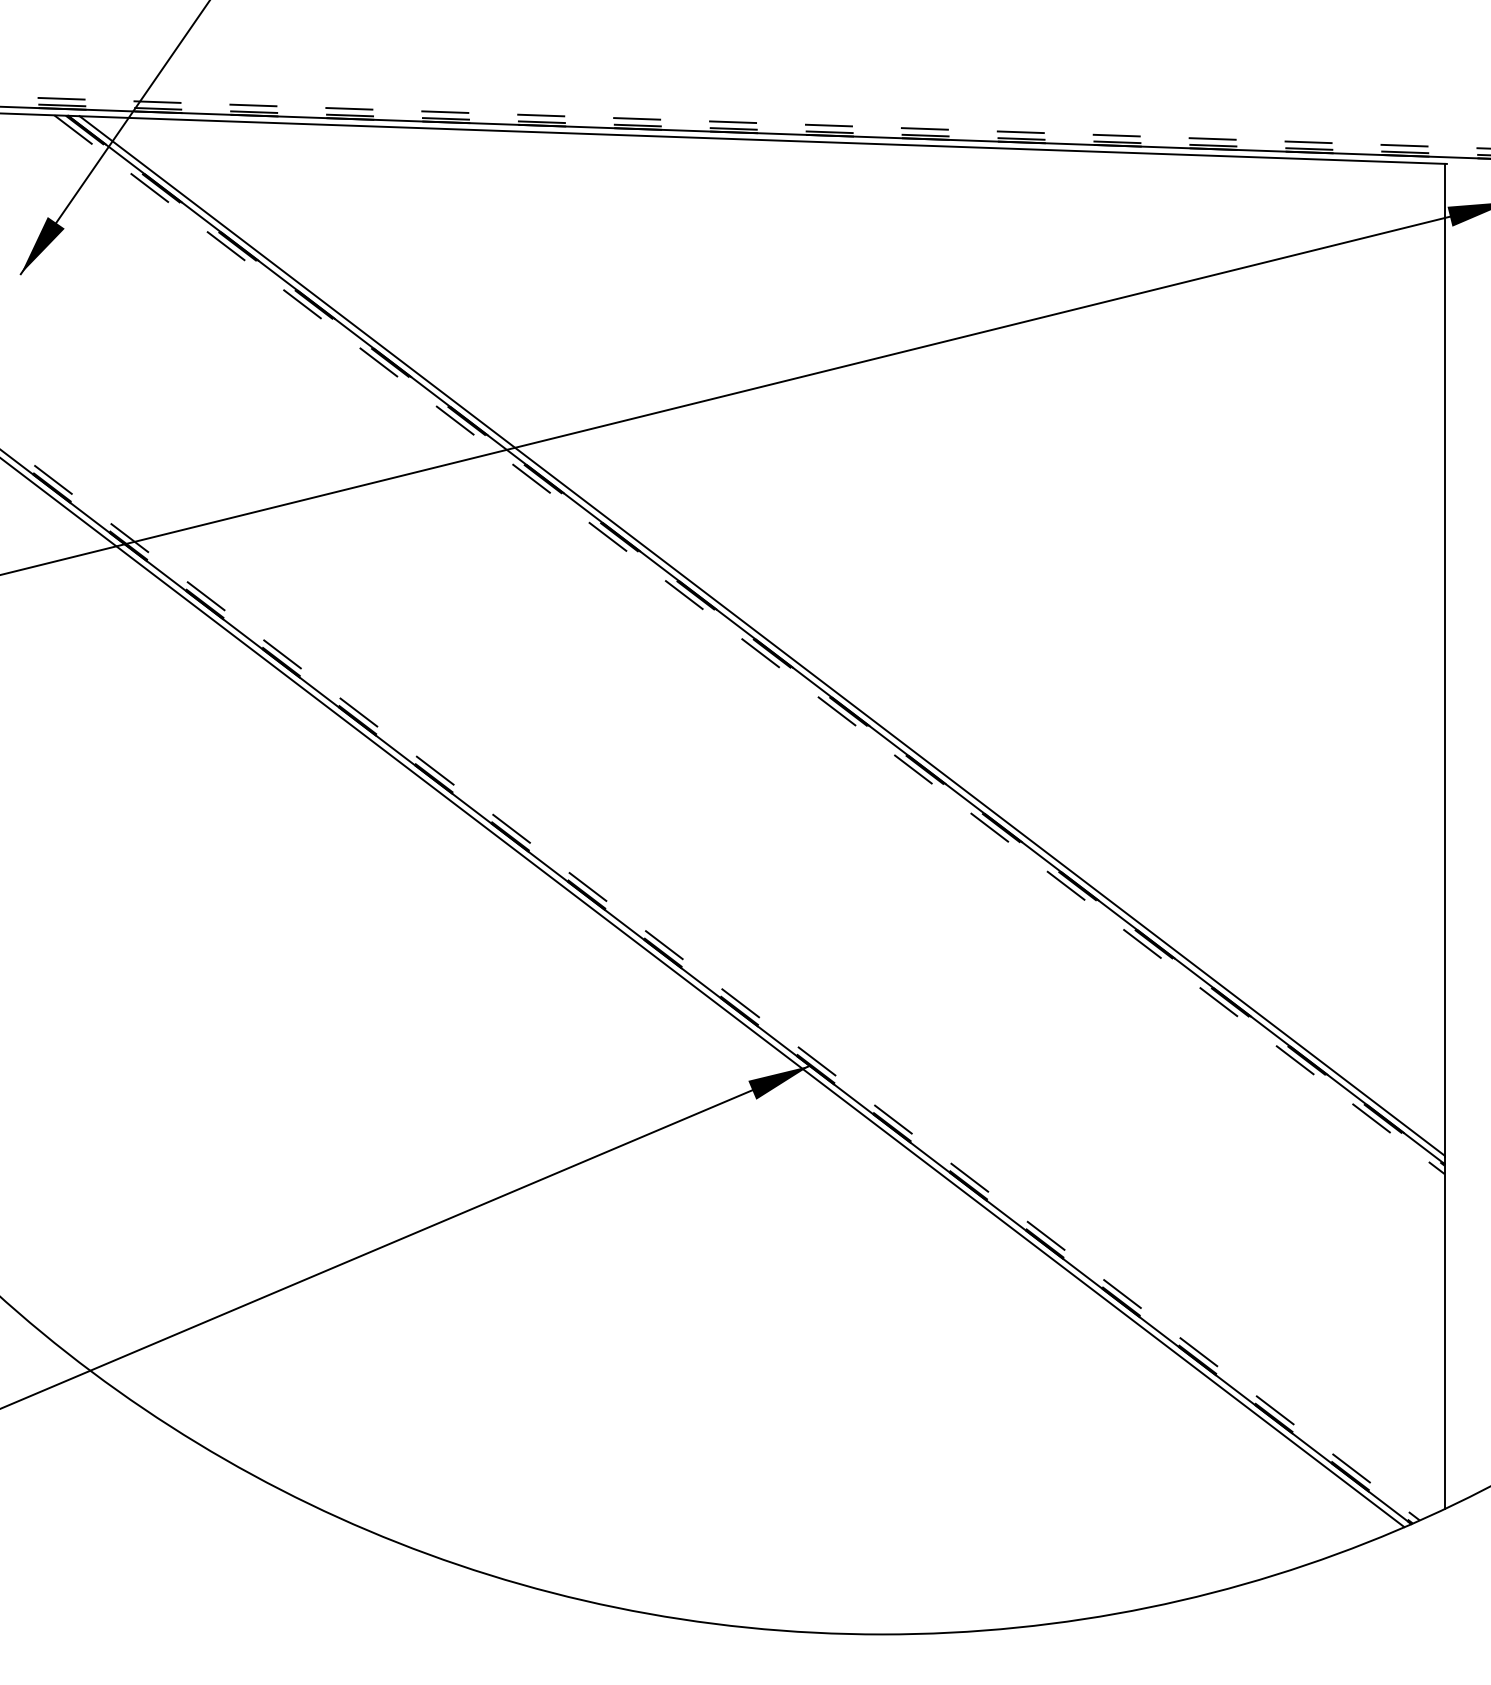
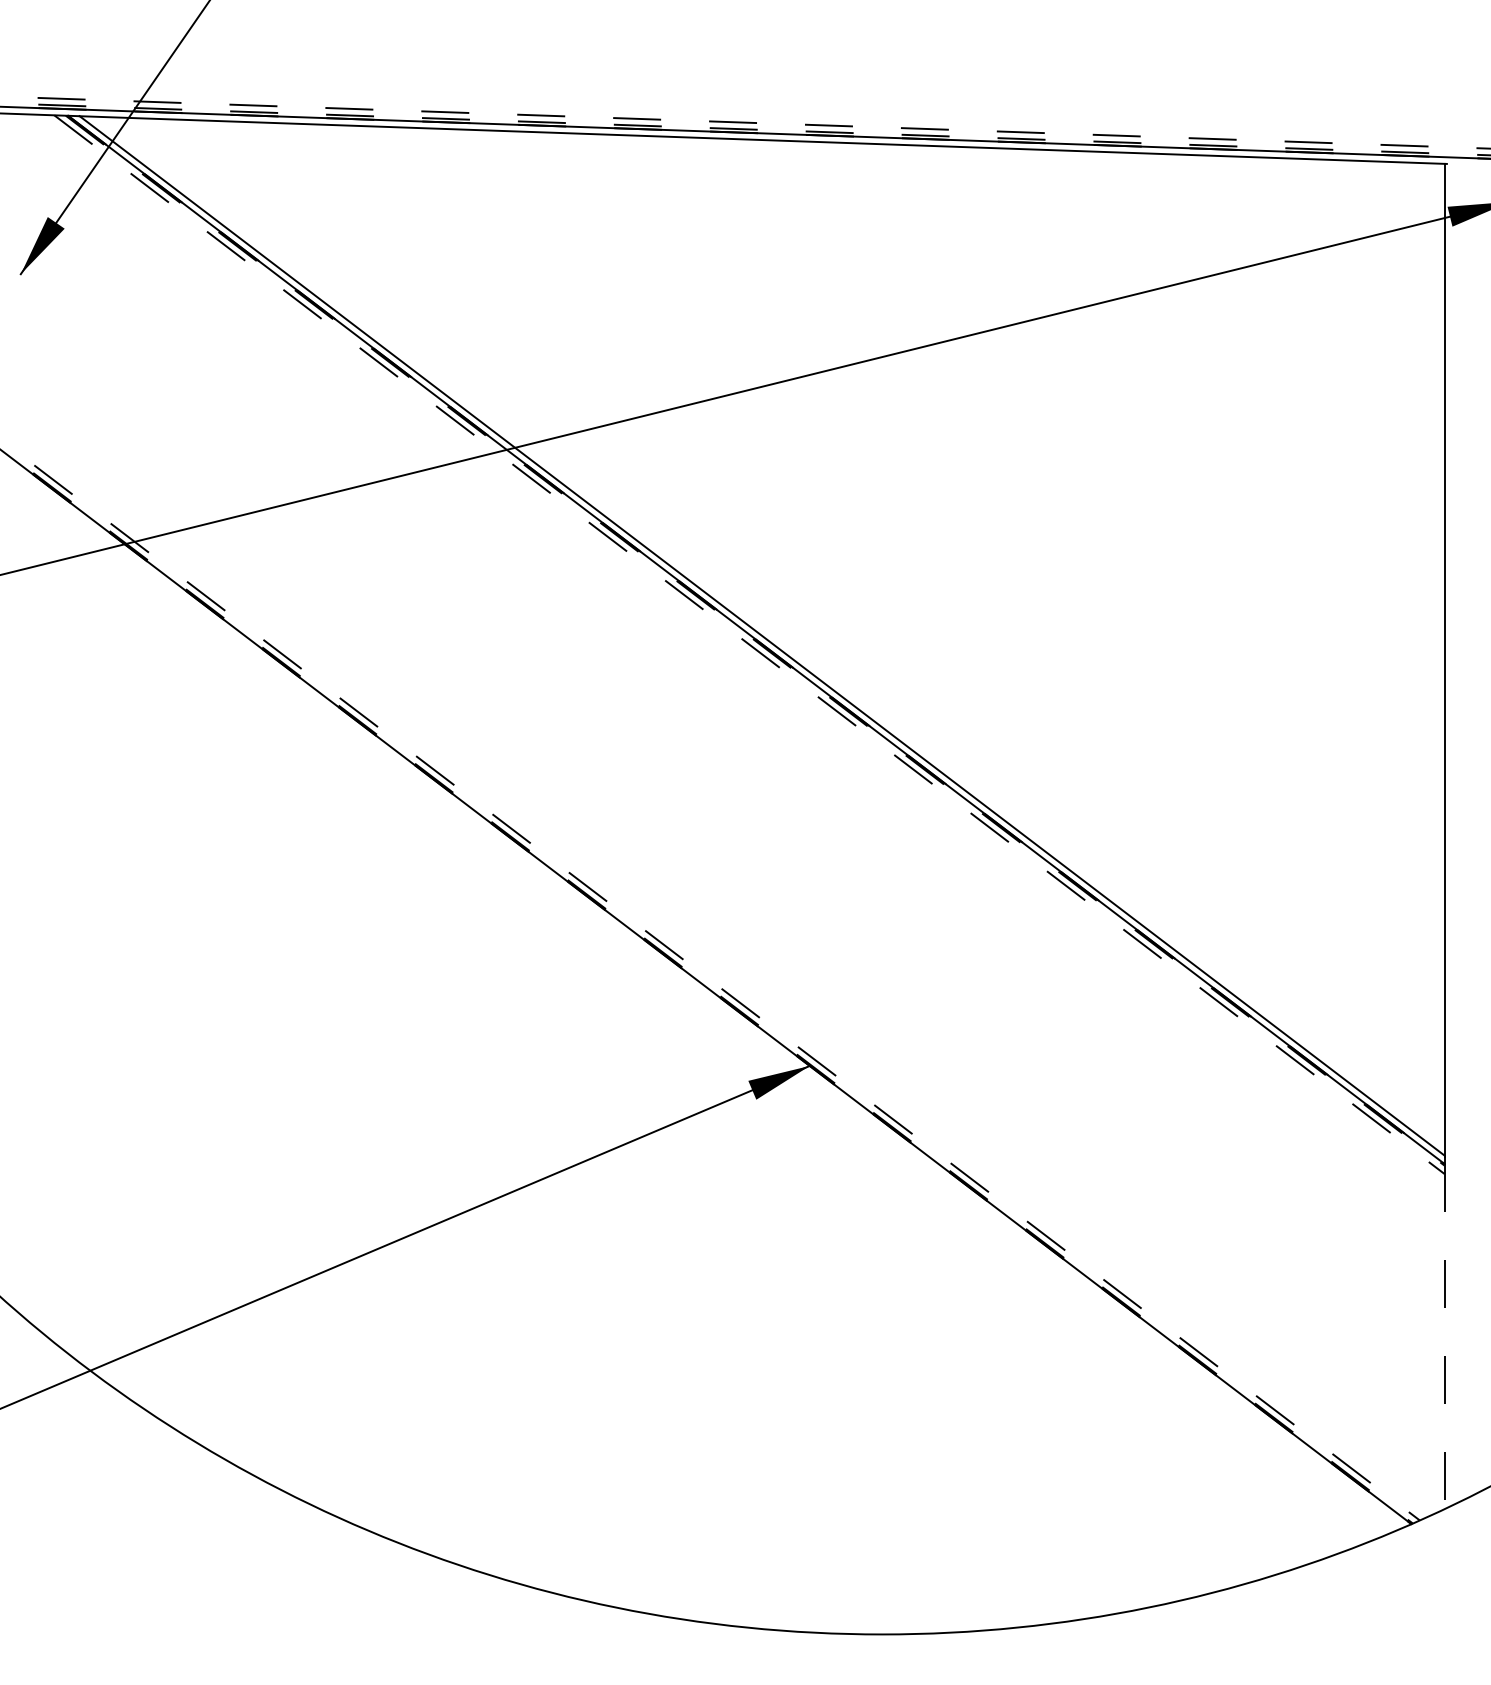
line at (703, 993): present -> none
line at (1444, 1336): solid -> dashed
